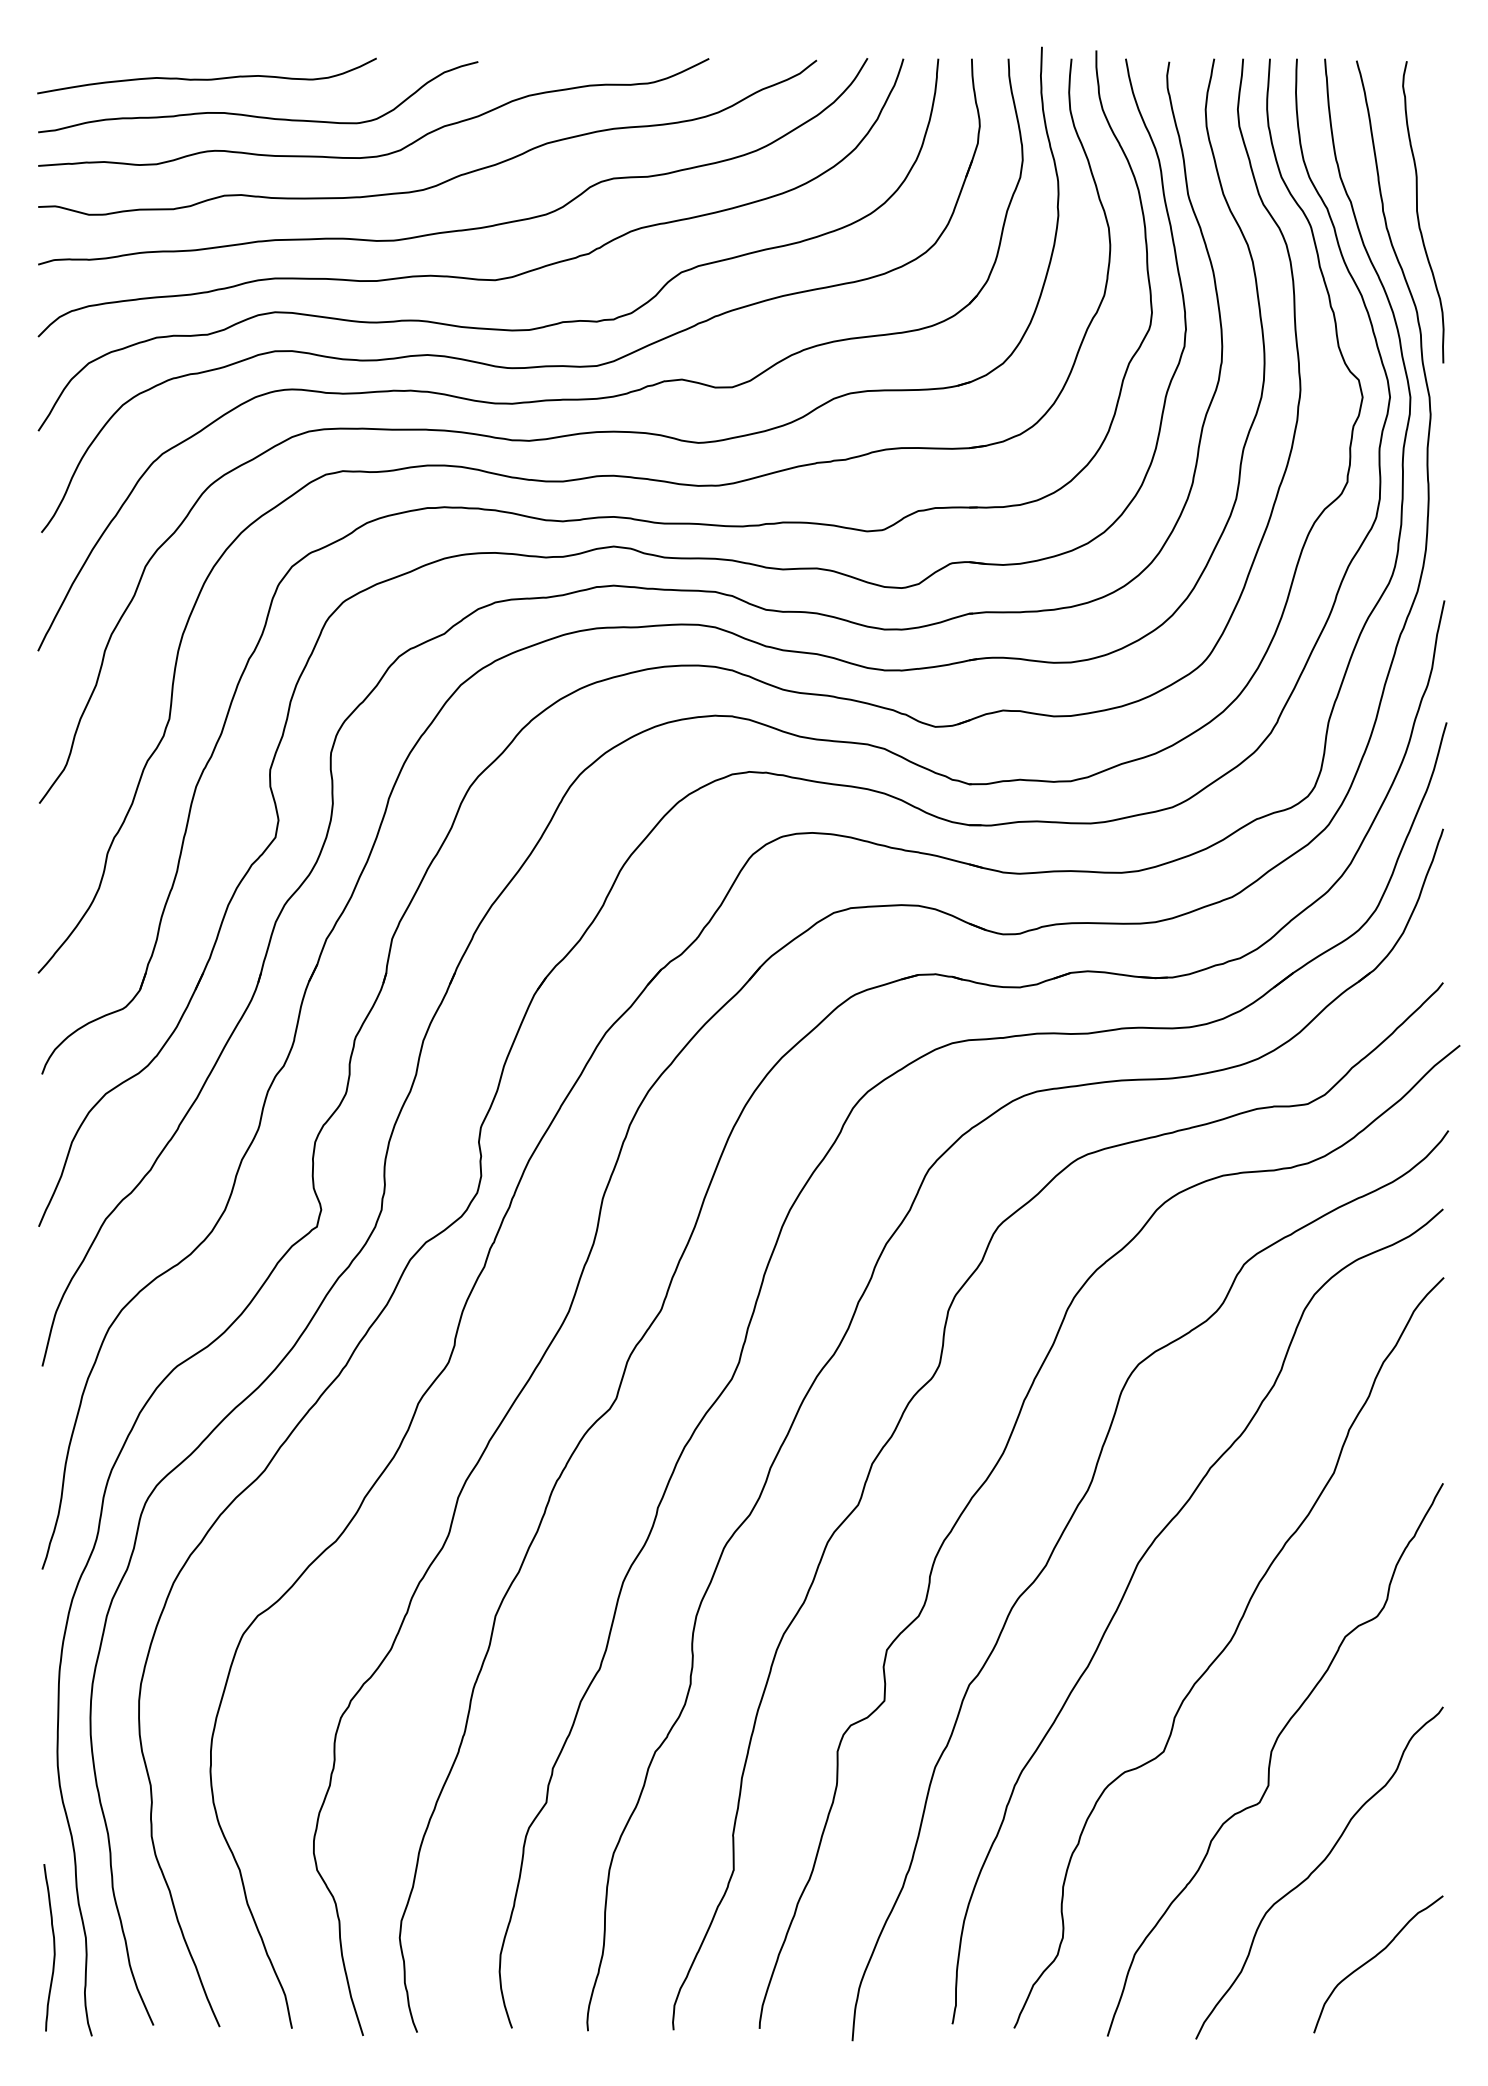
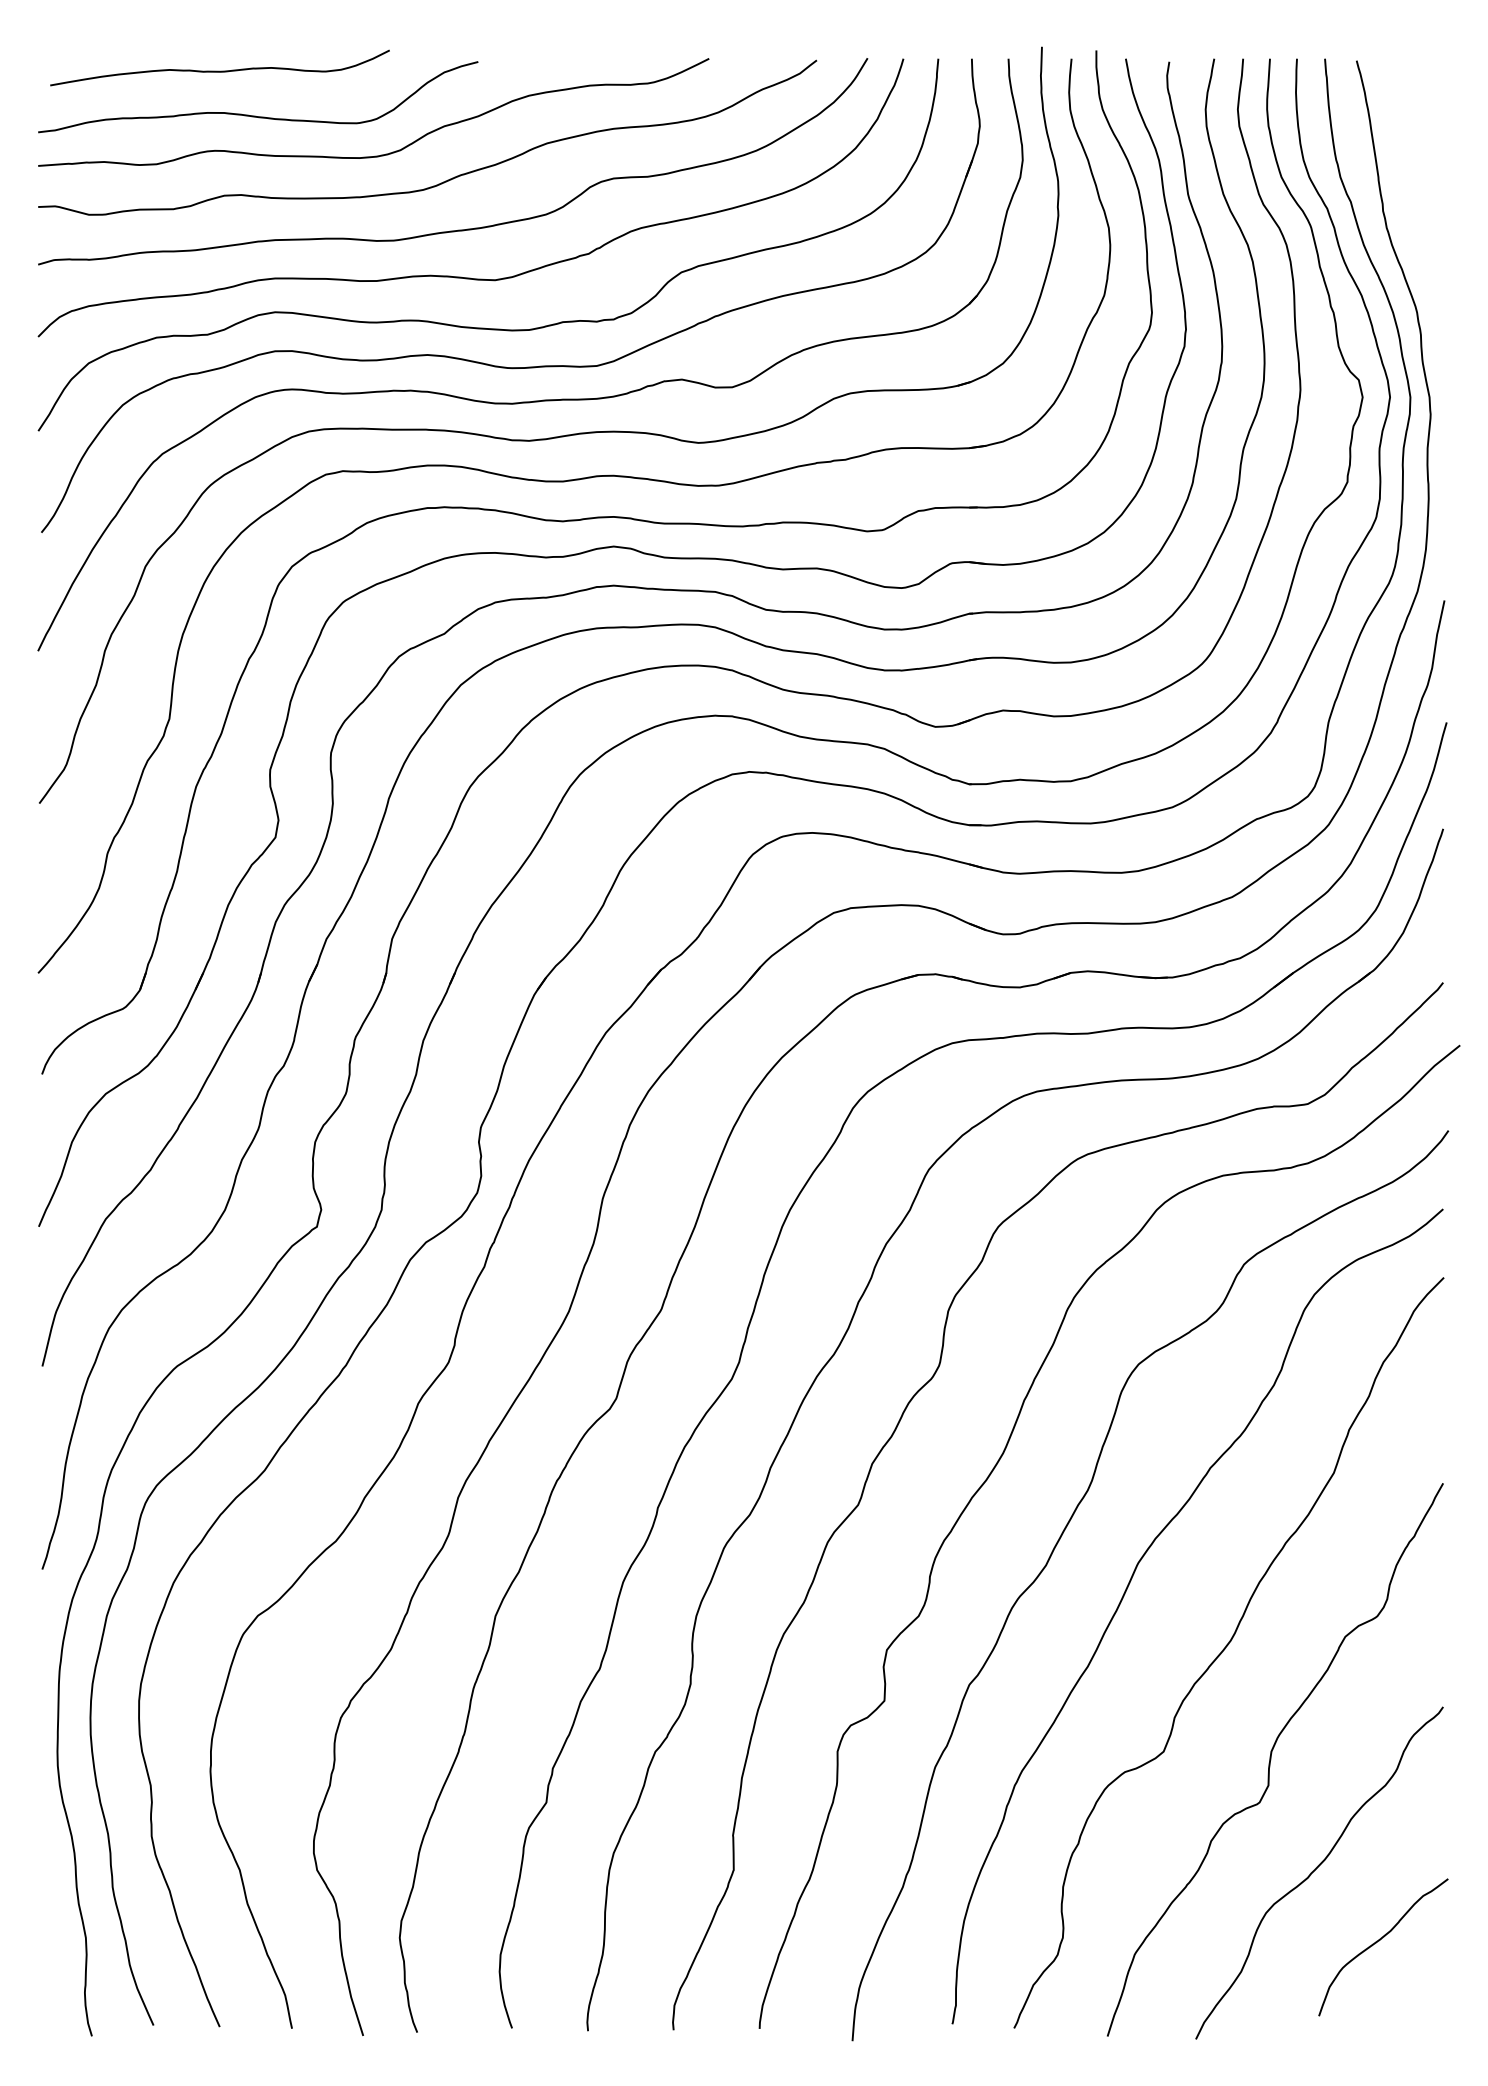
curve at (206, 78) position: (206, 78) -> (219, 70)
curve at (1418, 212): present -> none
curve at (53, 1947): present -> none
curve at (1374, 1958) position: (1374, 1958) -> (1379, 1941)
